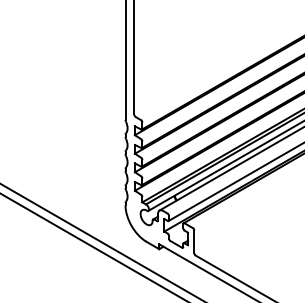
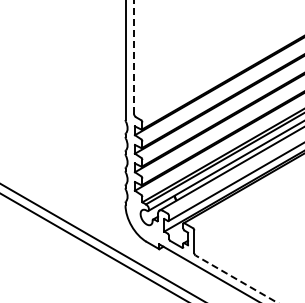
line at (133, 56): solid -> dashed
line at (236, 279): solid -> dashed
